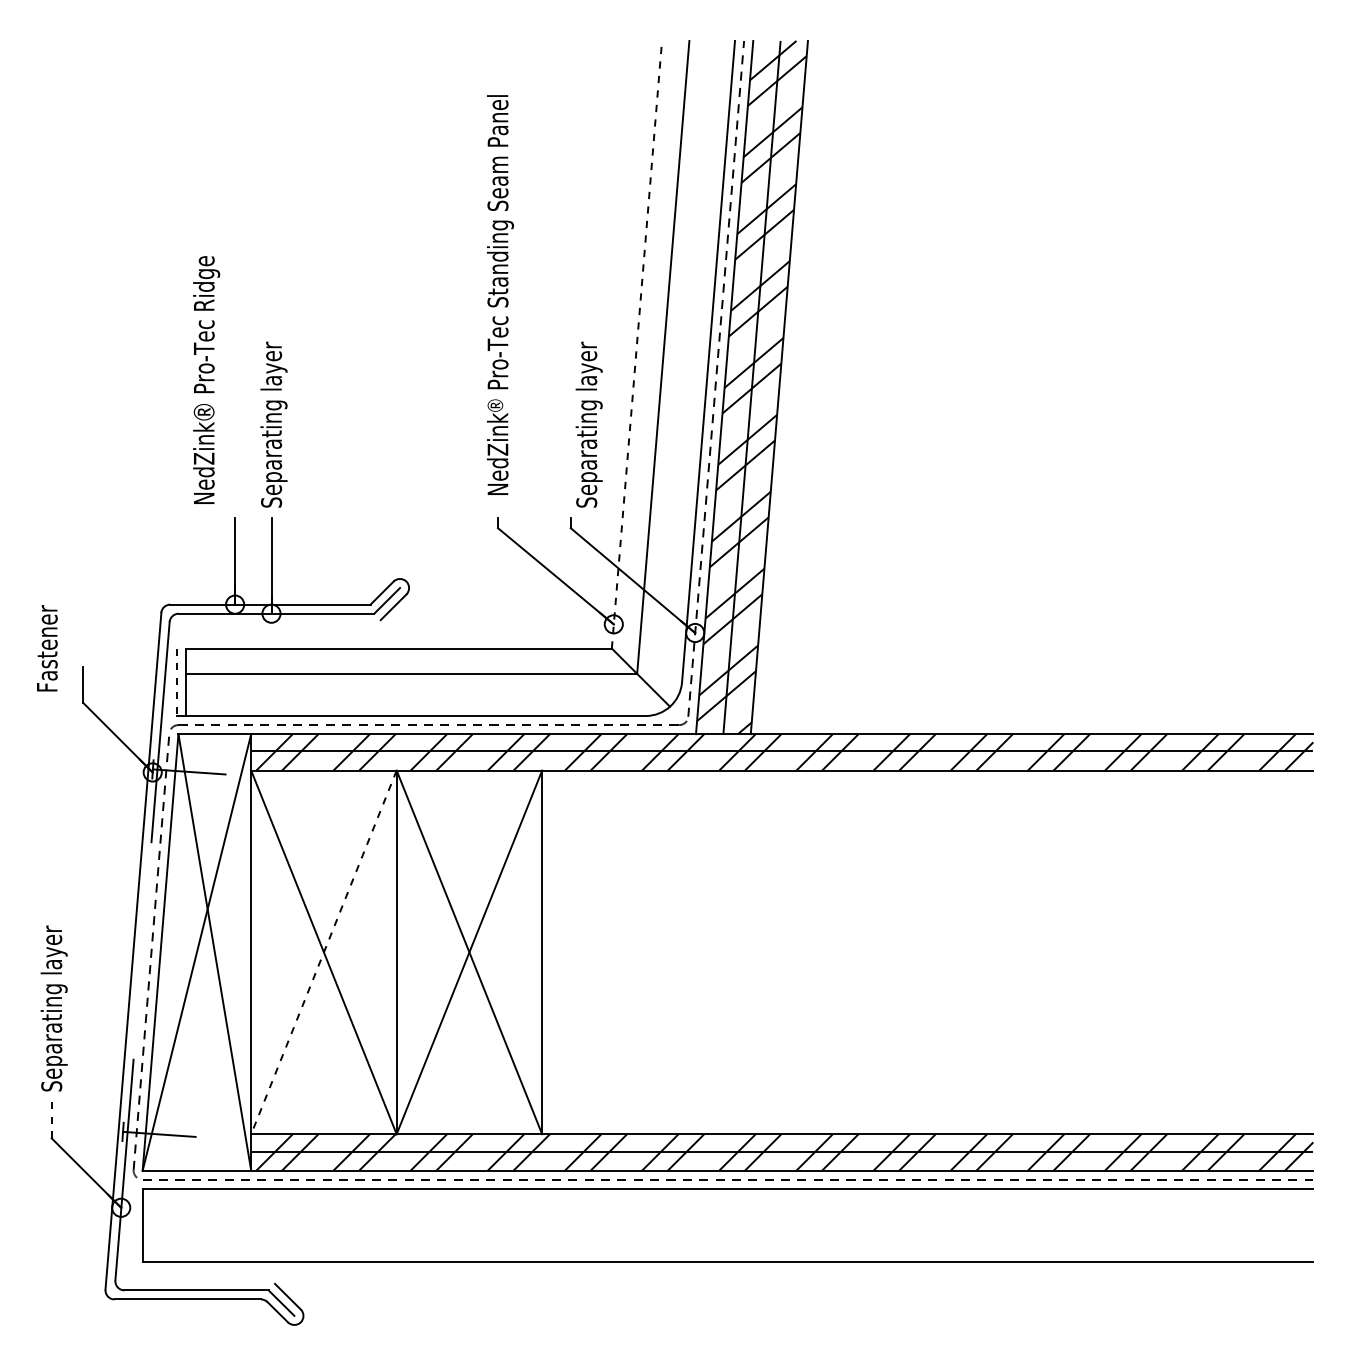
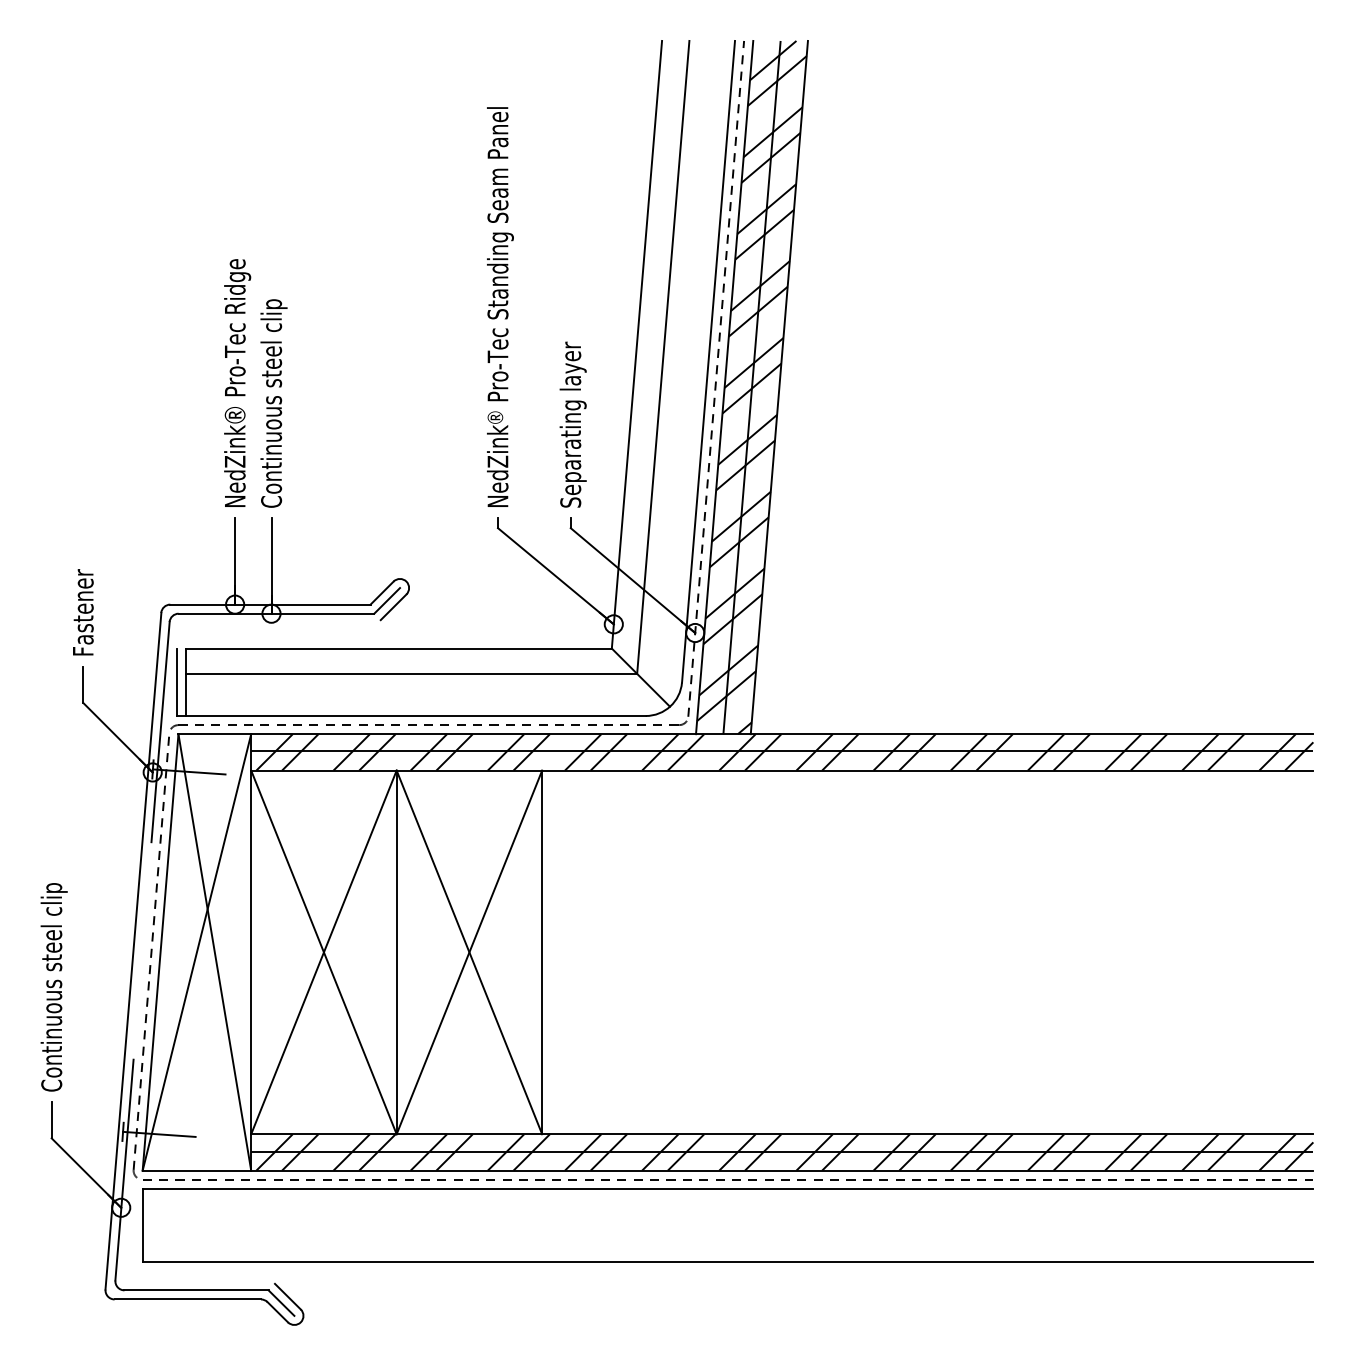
text at (500, 294) position: (500, 294) -> (500, 306)
line at (636, 344): dashed -> solid
text at (206, 379) position: (206, 379) -> (237, 382)
text at (273, 403): Separating layer -> Continuous steel clip
text at (588, 424) position: (588, 424) -> (572, 424)
text at (47, 648) position: (47, 648) -> (83, 612)
line at (176, 682): dashed -> solid
line at (323, 952): dashed -> solid
text at (53, 987): Separating layer -> Continuous steel clip
line at (51, 1119): dashed -> solid
